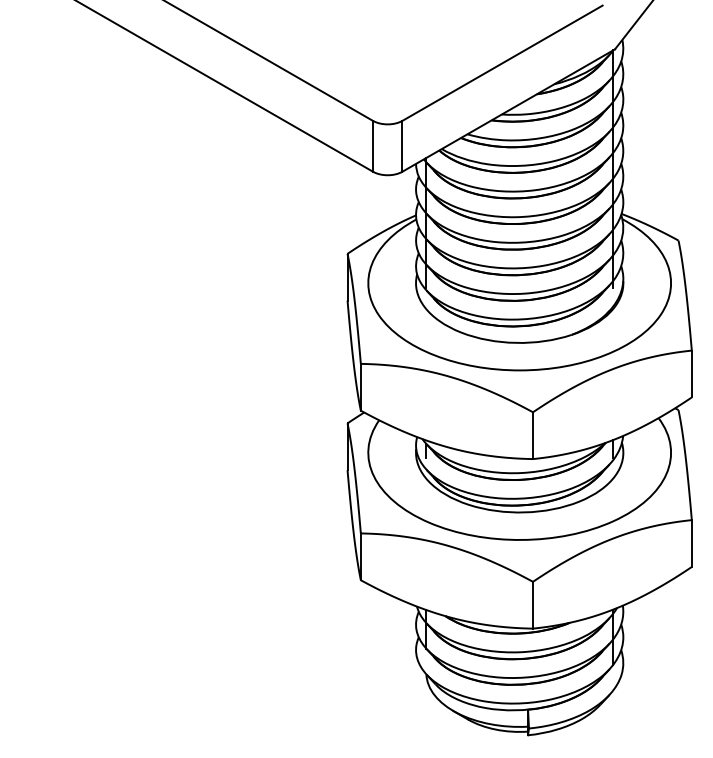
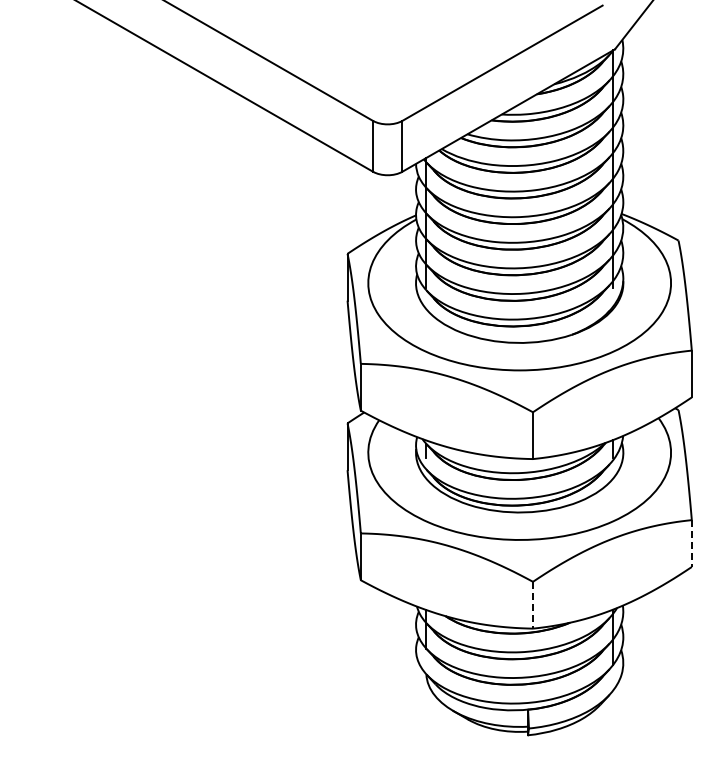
line at (691, 544): solid -> dashed
line at (532, 605): solid -> dashed
